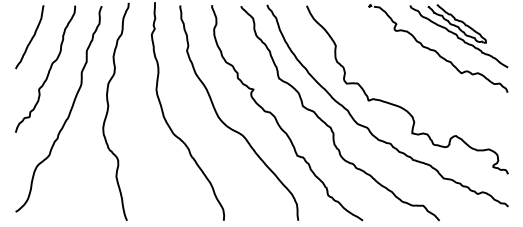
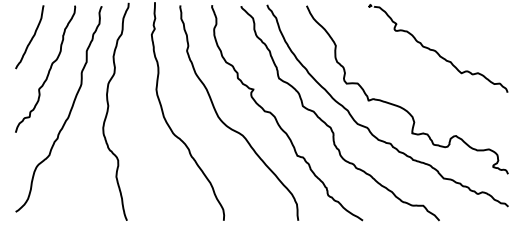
part at (458, 36): present -> none
